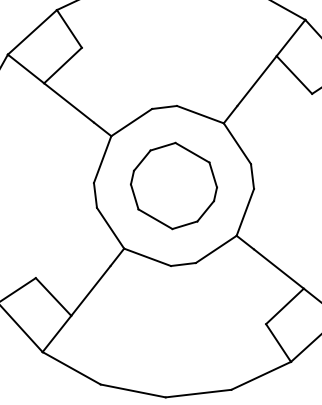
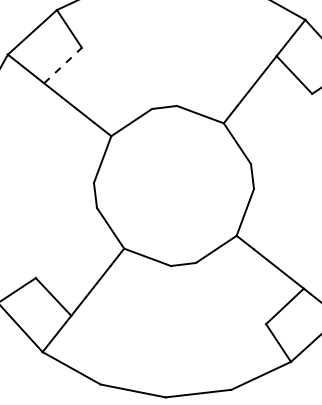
line at (63, 65): solid -> dashed
part at (173, 185): present -> none
